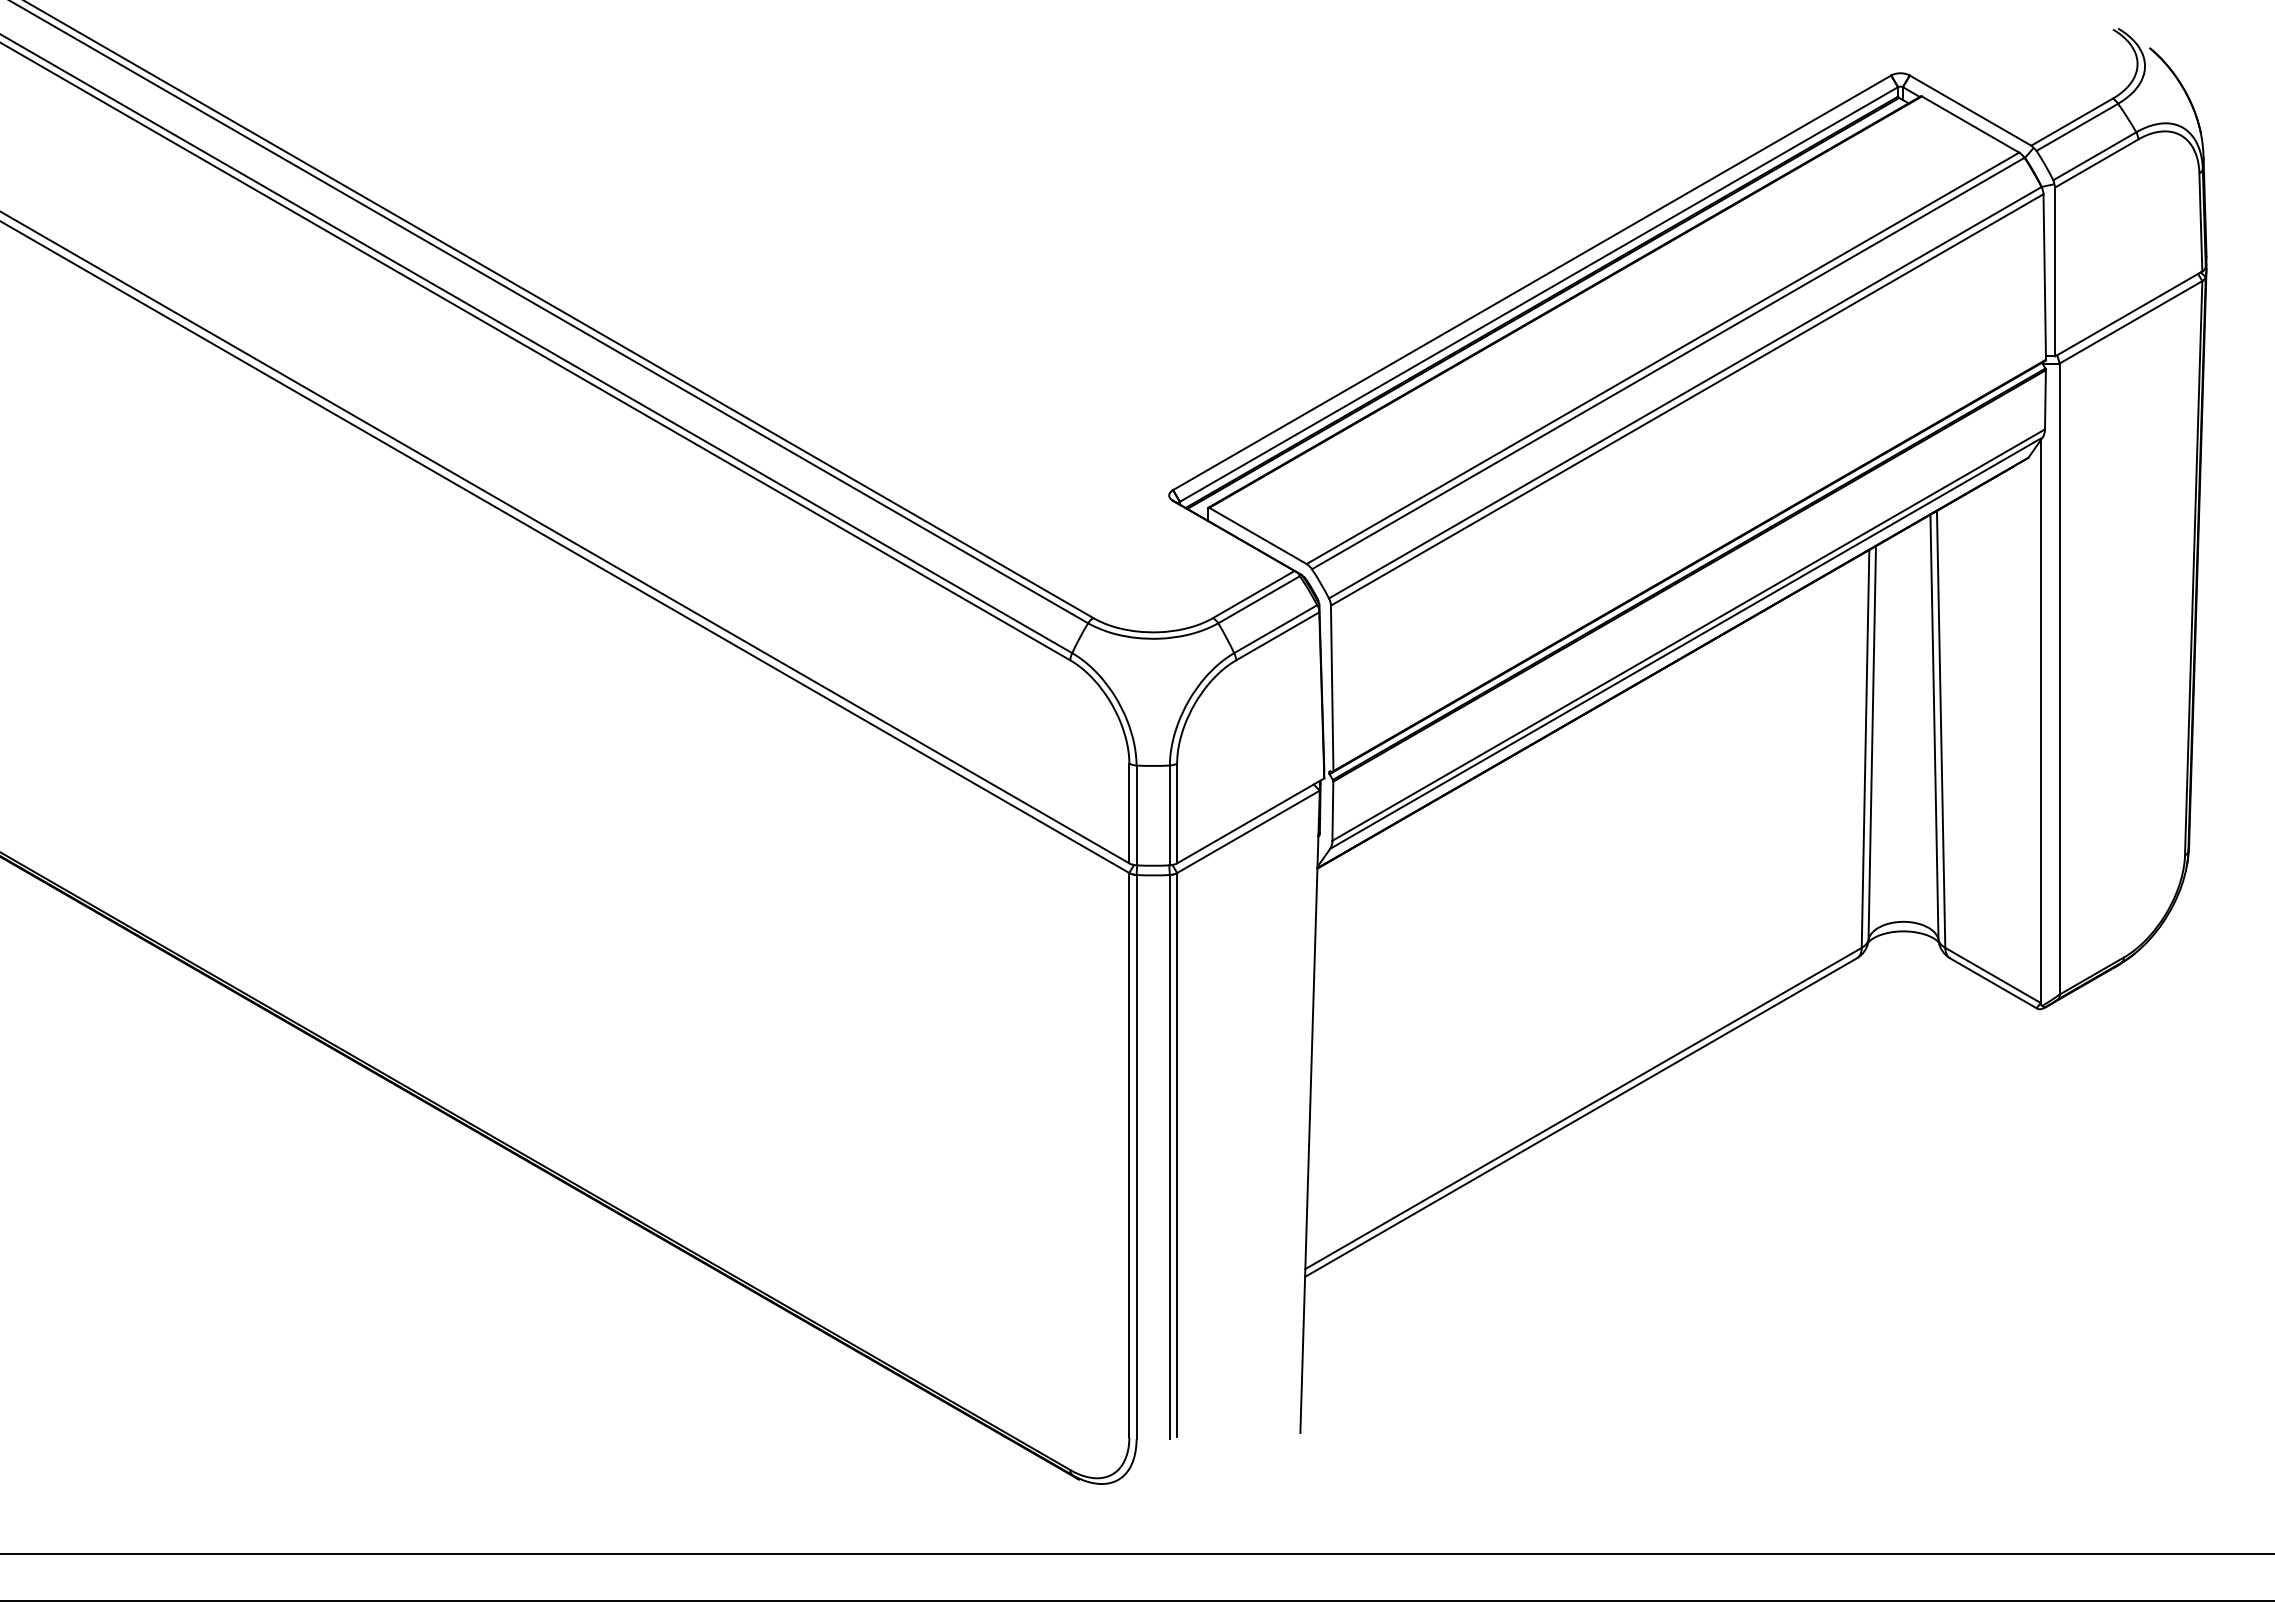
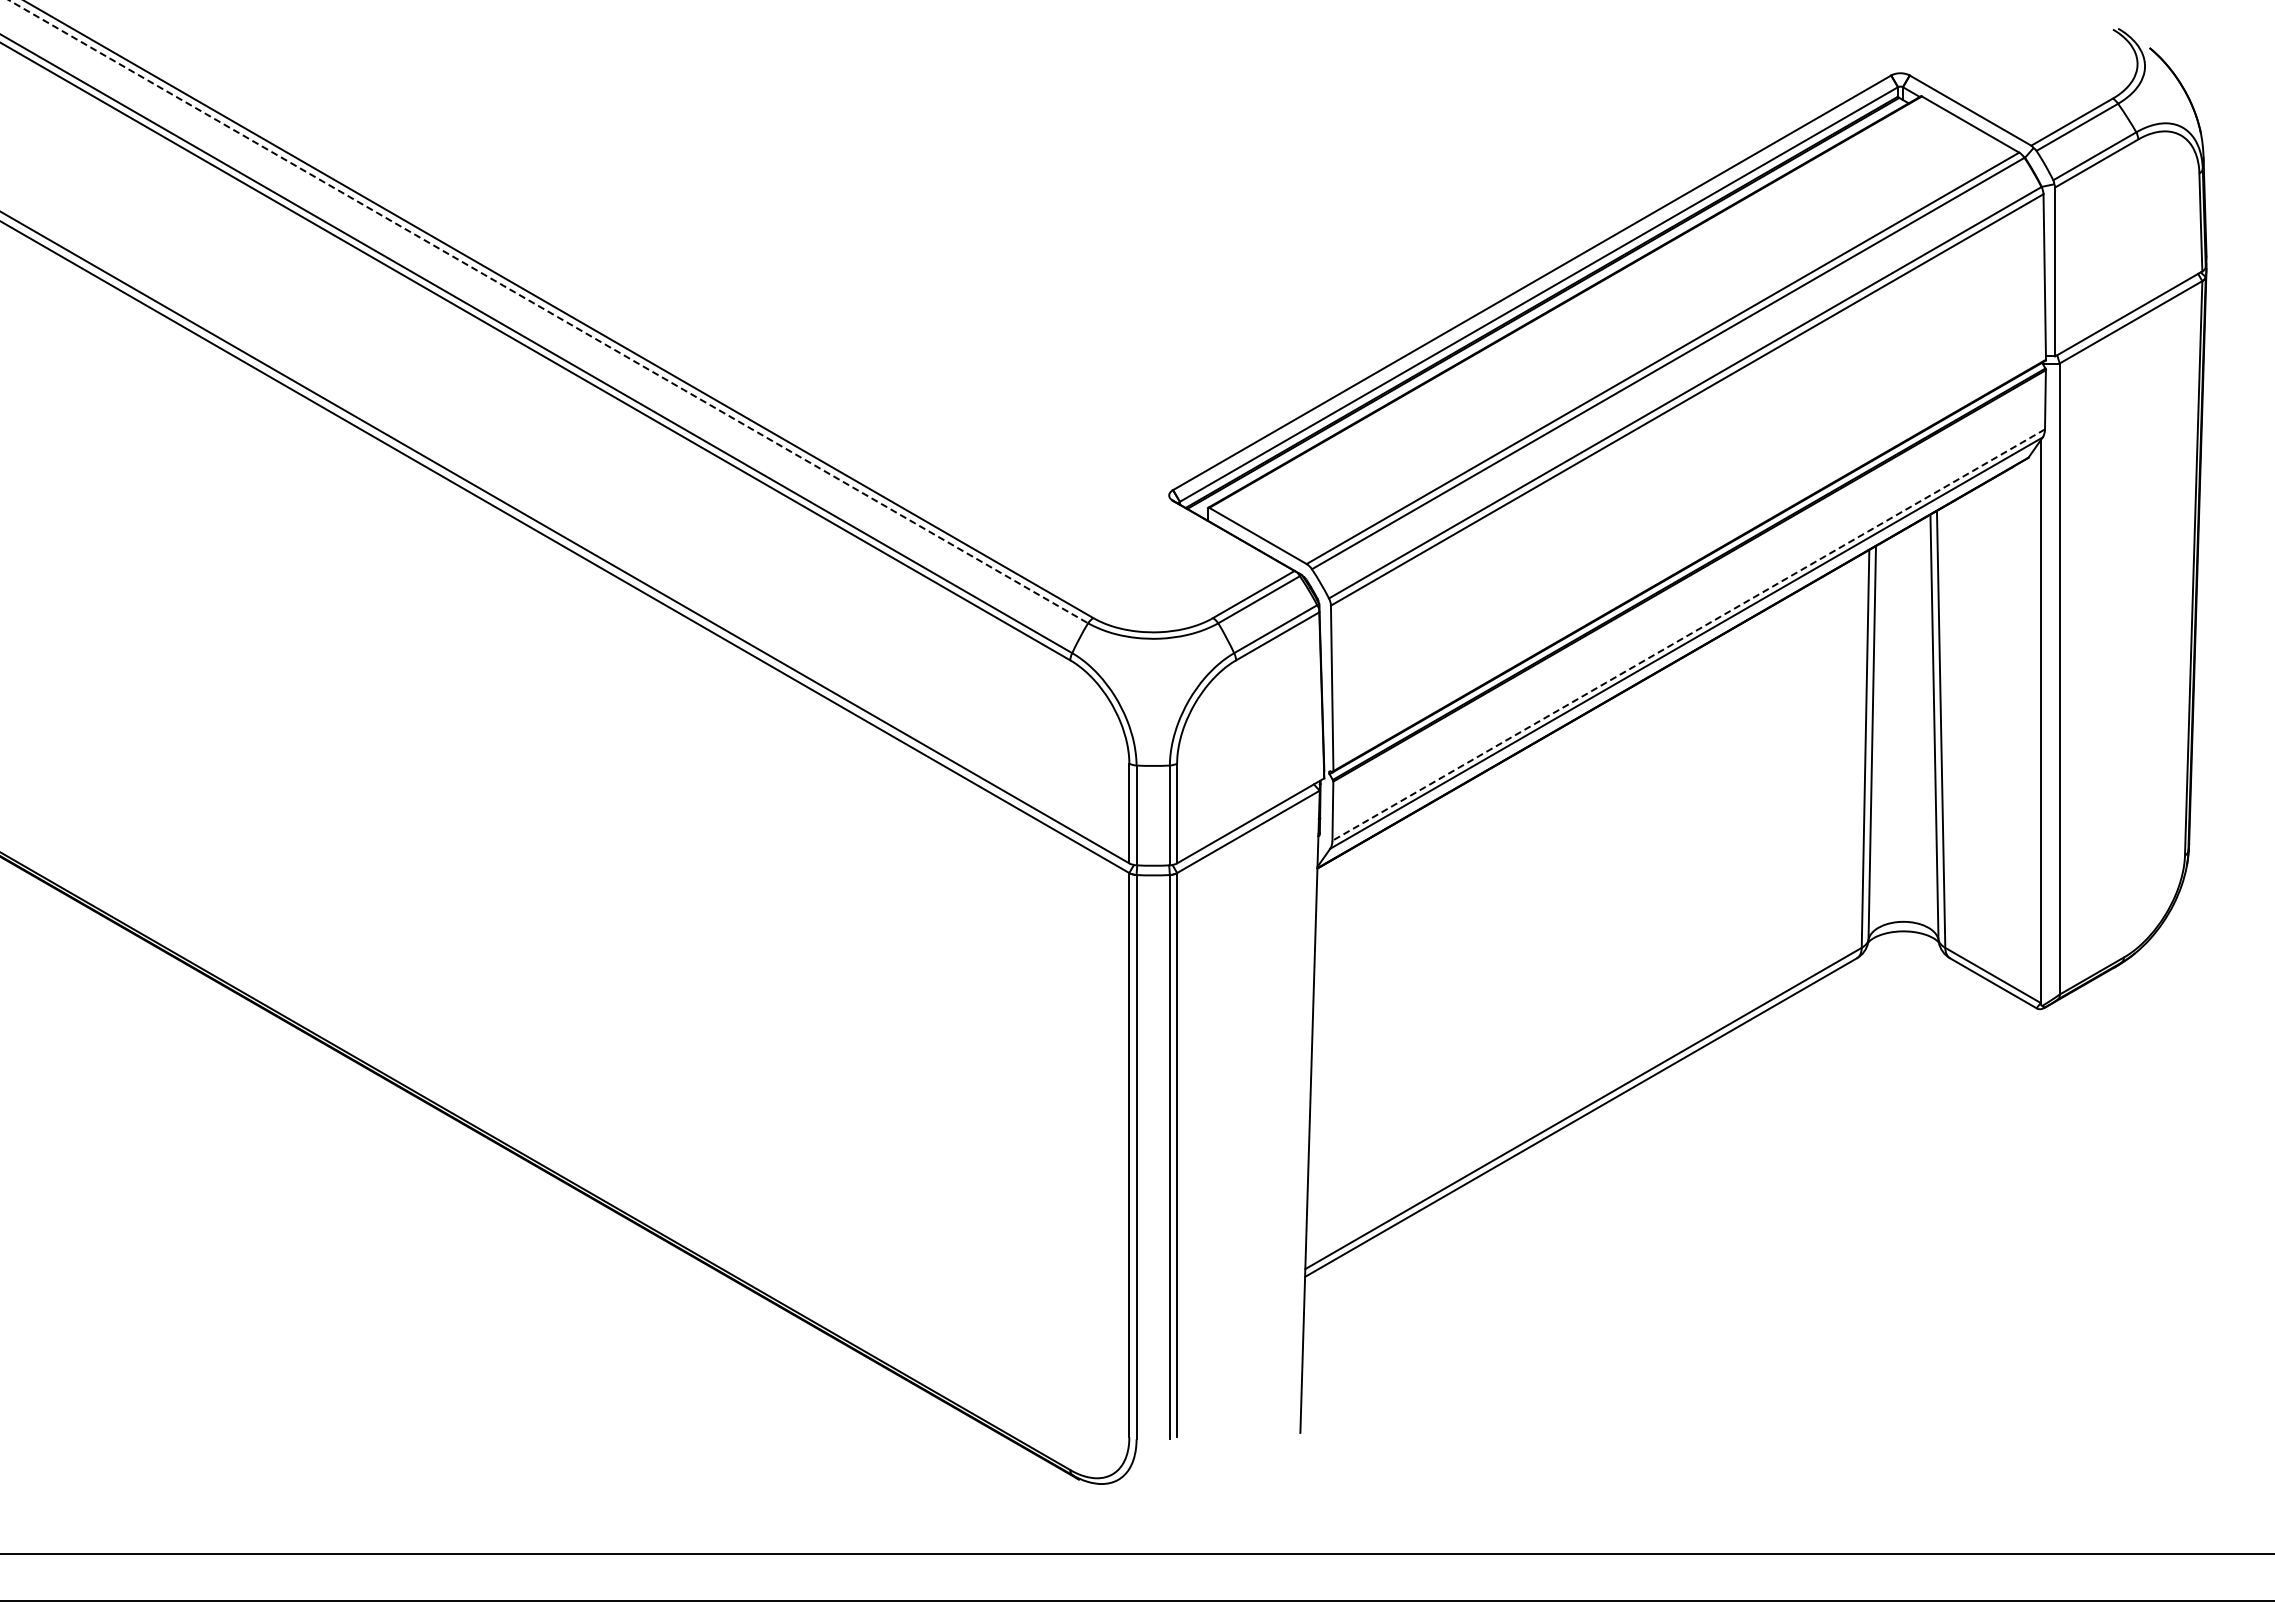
line at (548, 311): solid -> dashed
line at (1688, 635): solid -> dashed
